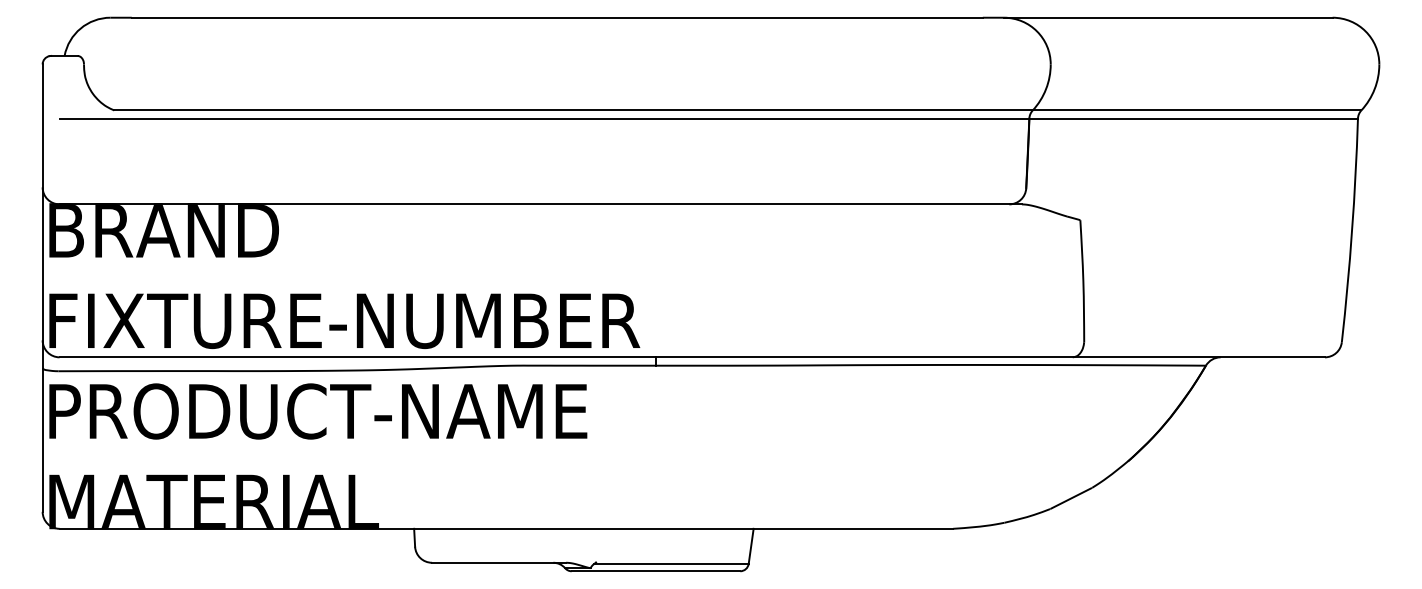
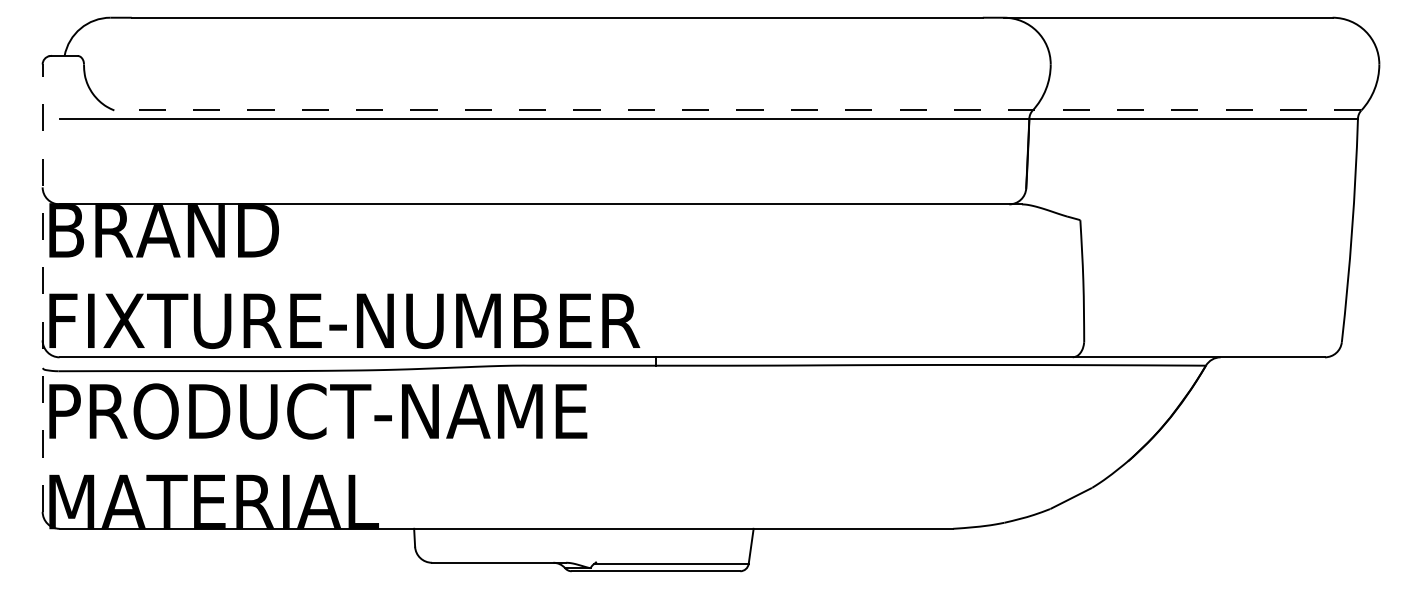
line at (737, 110): solid -> dashed
line at (42, 288): solid -> dashed
